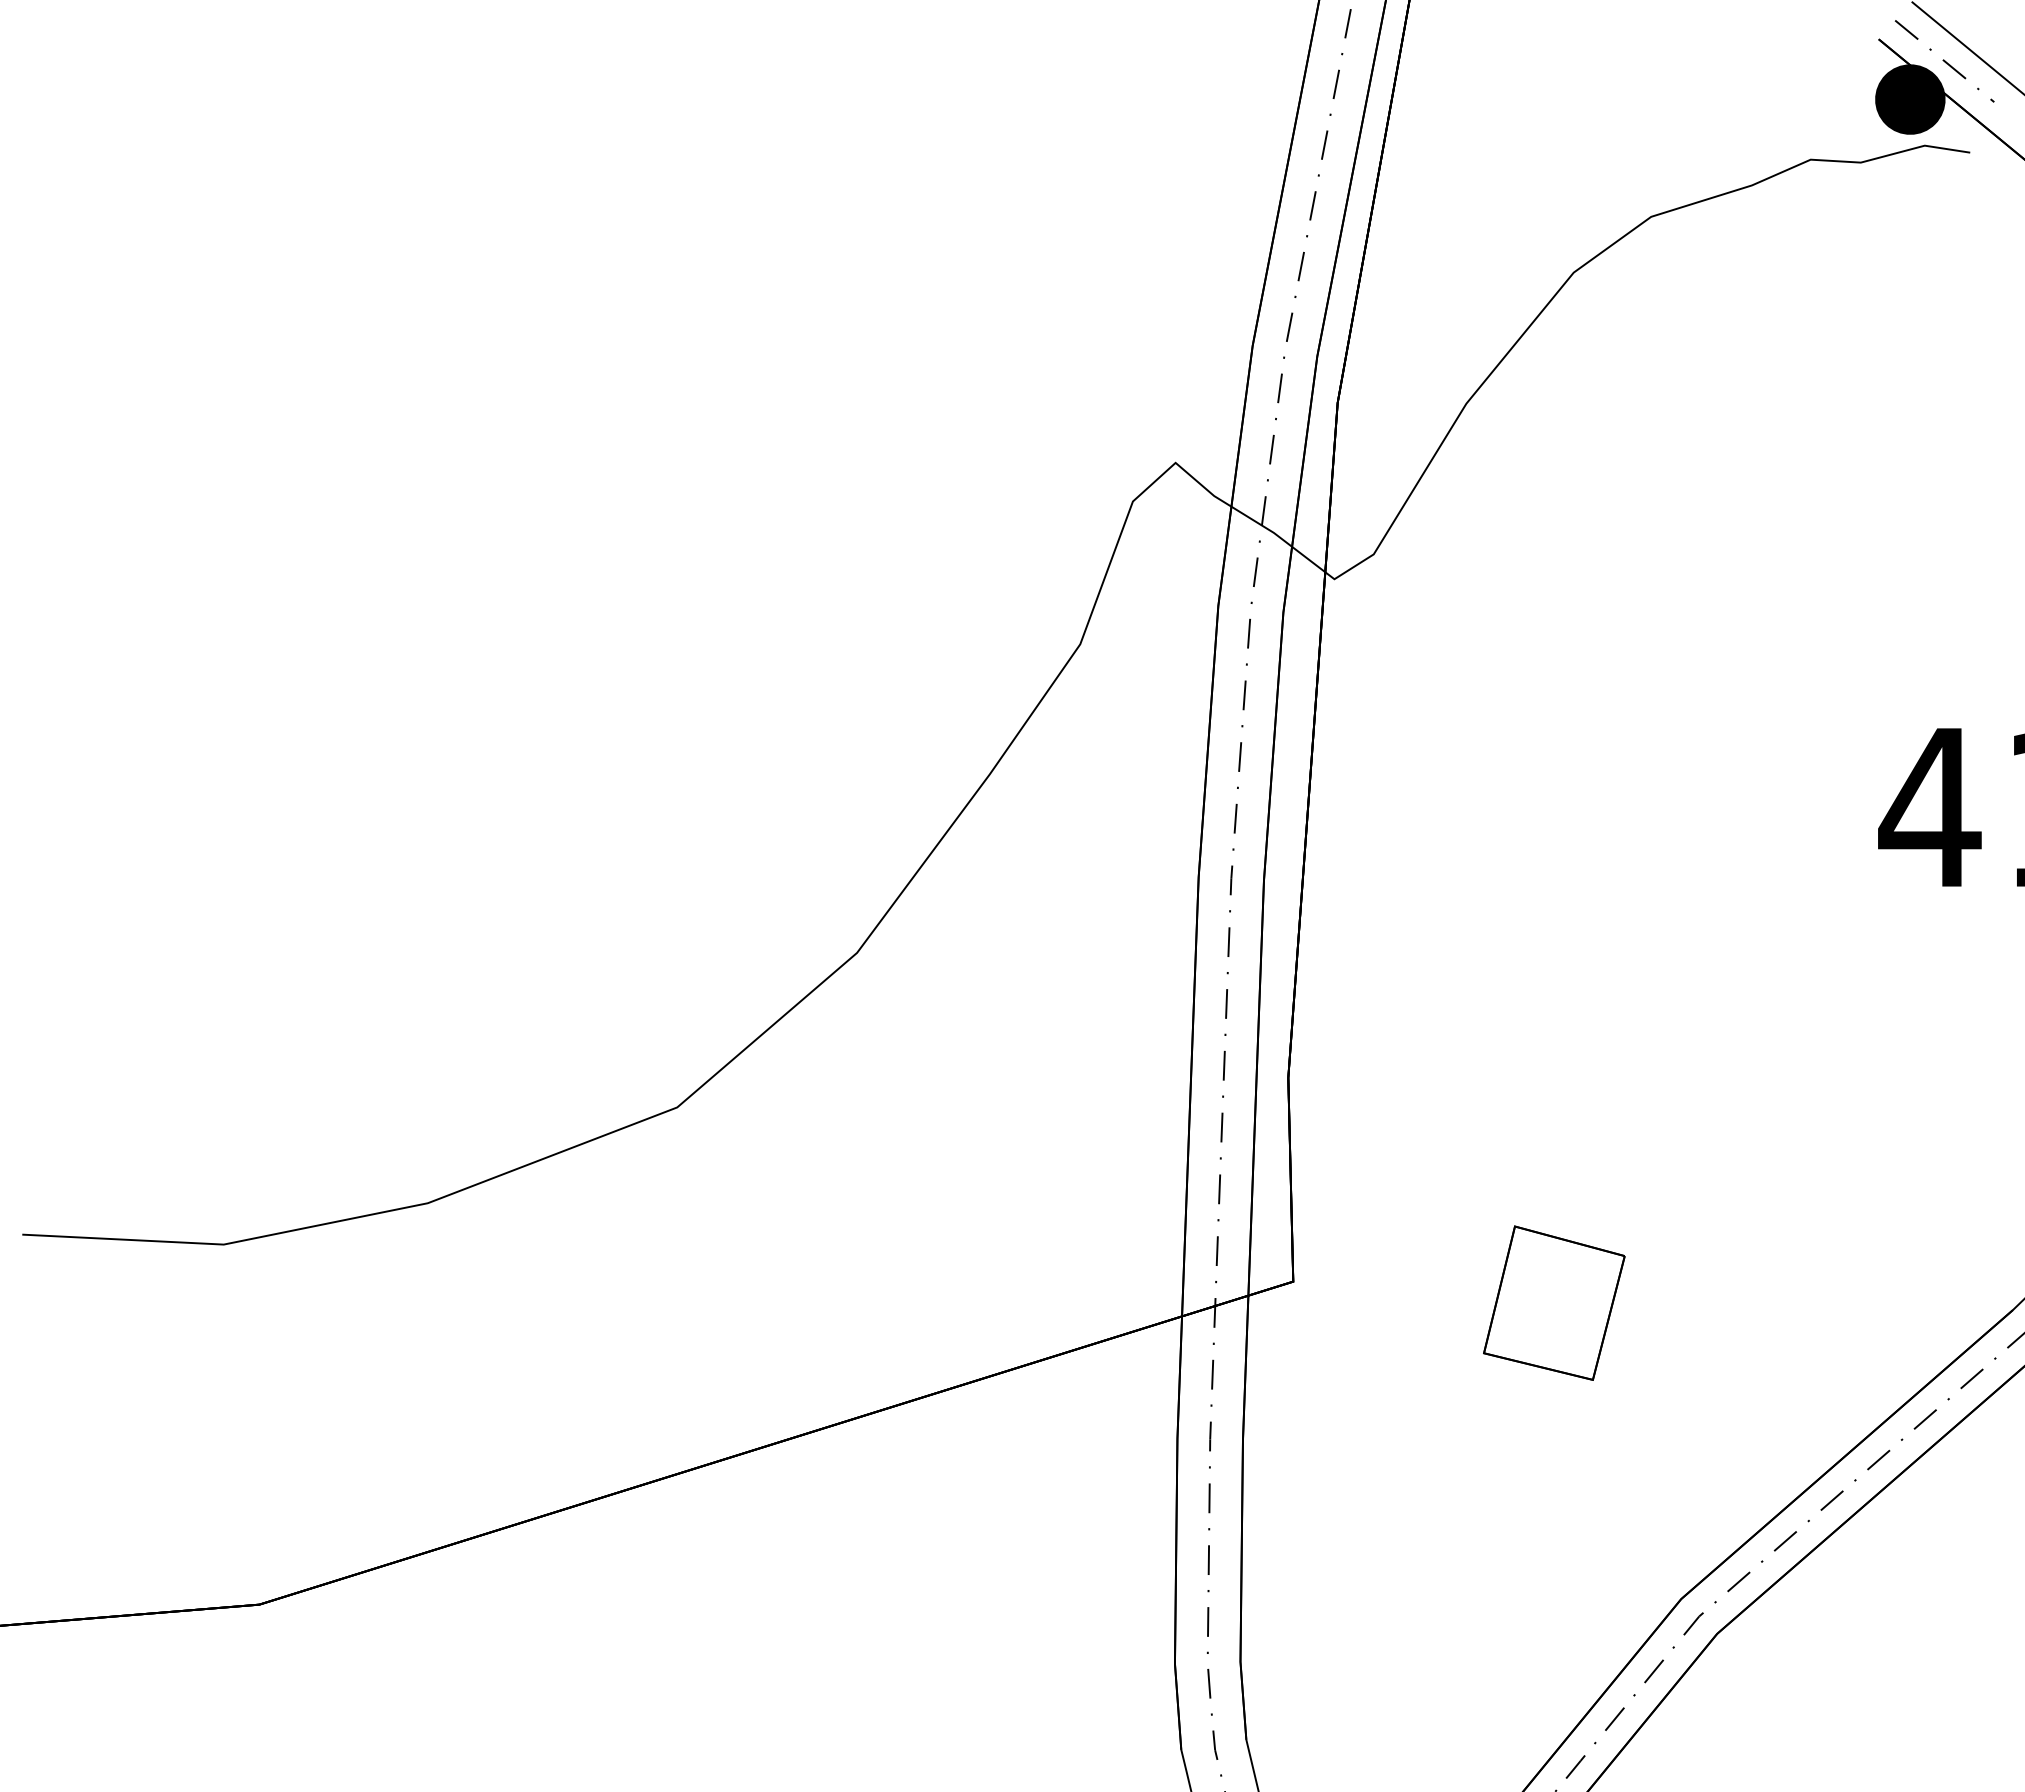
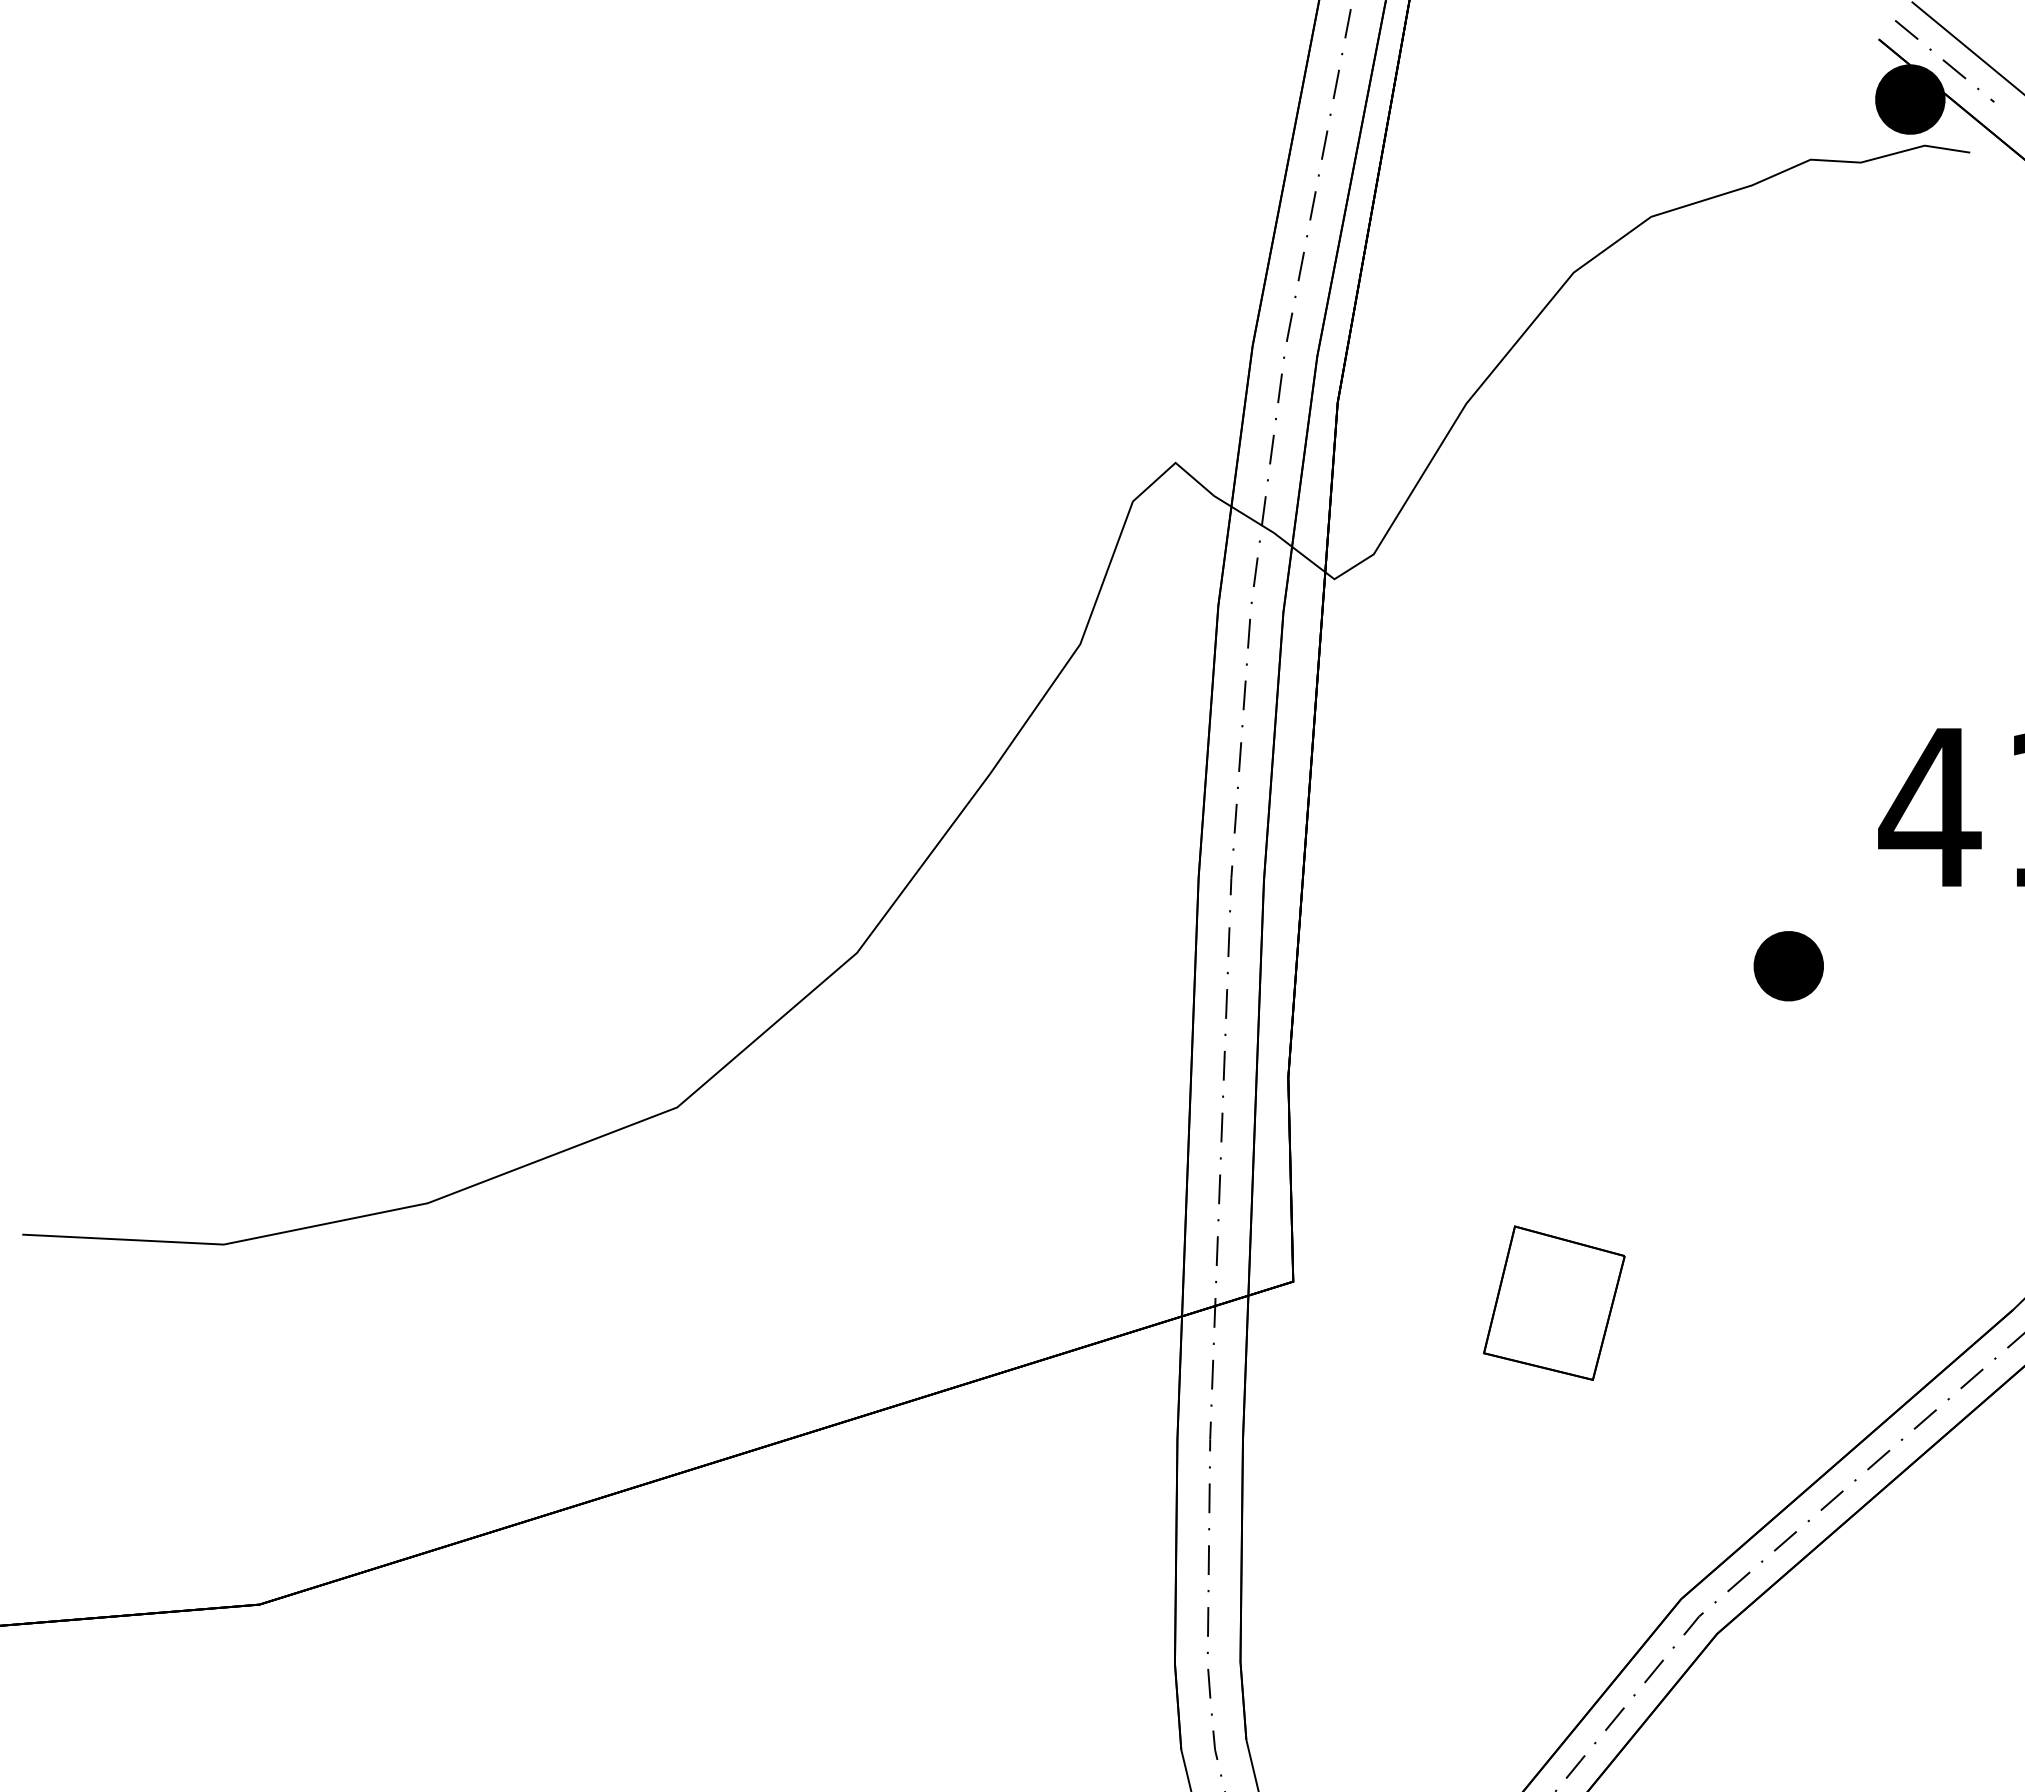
part at (1788, 966): none -> present
